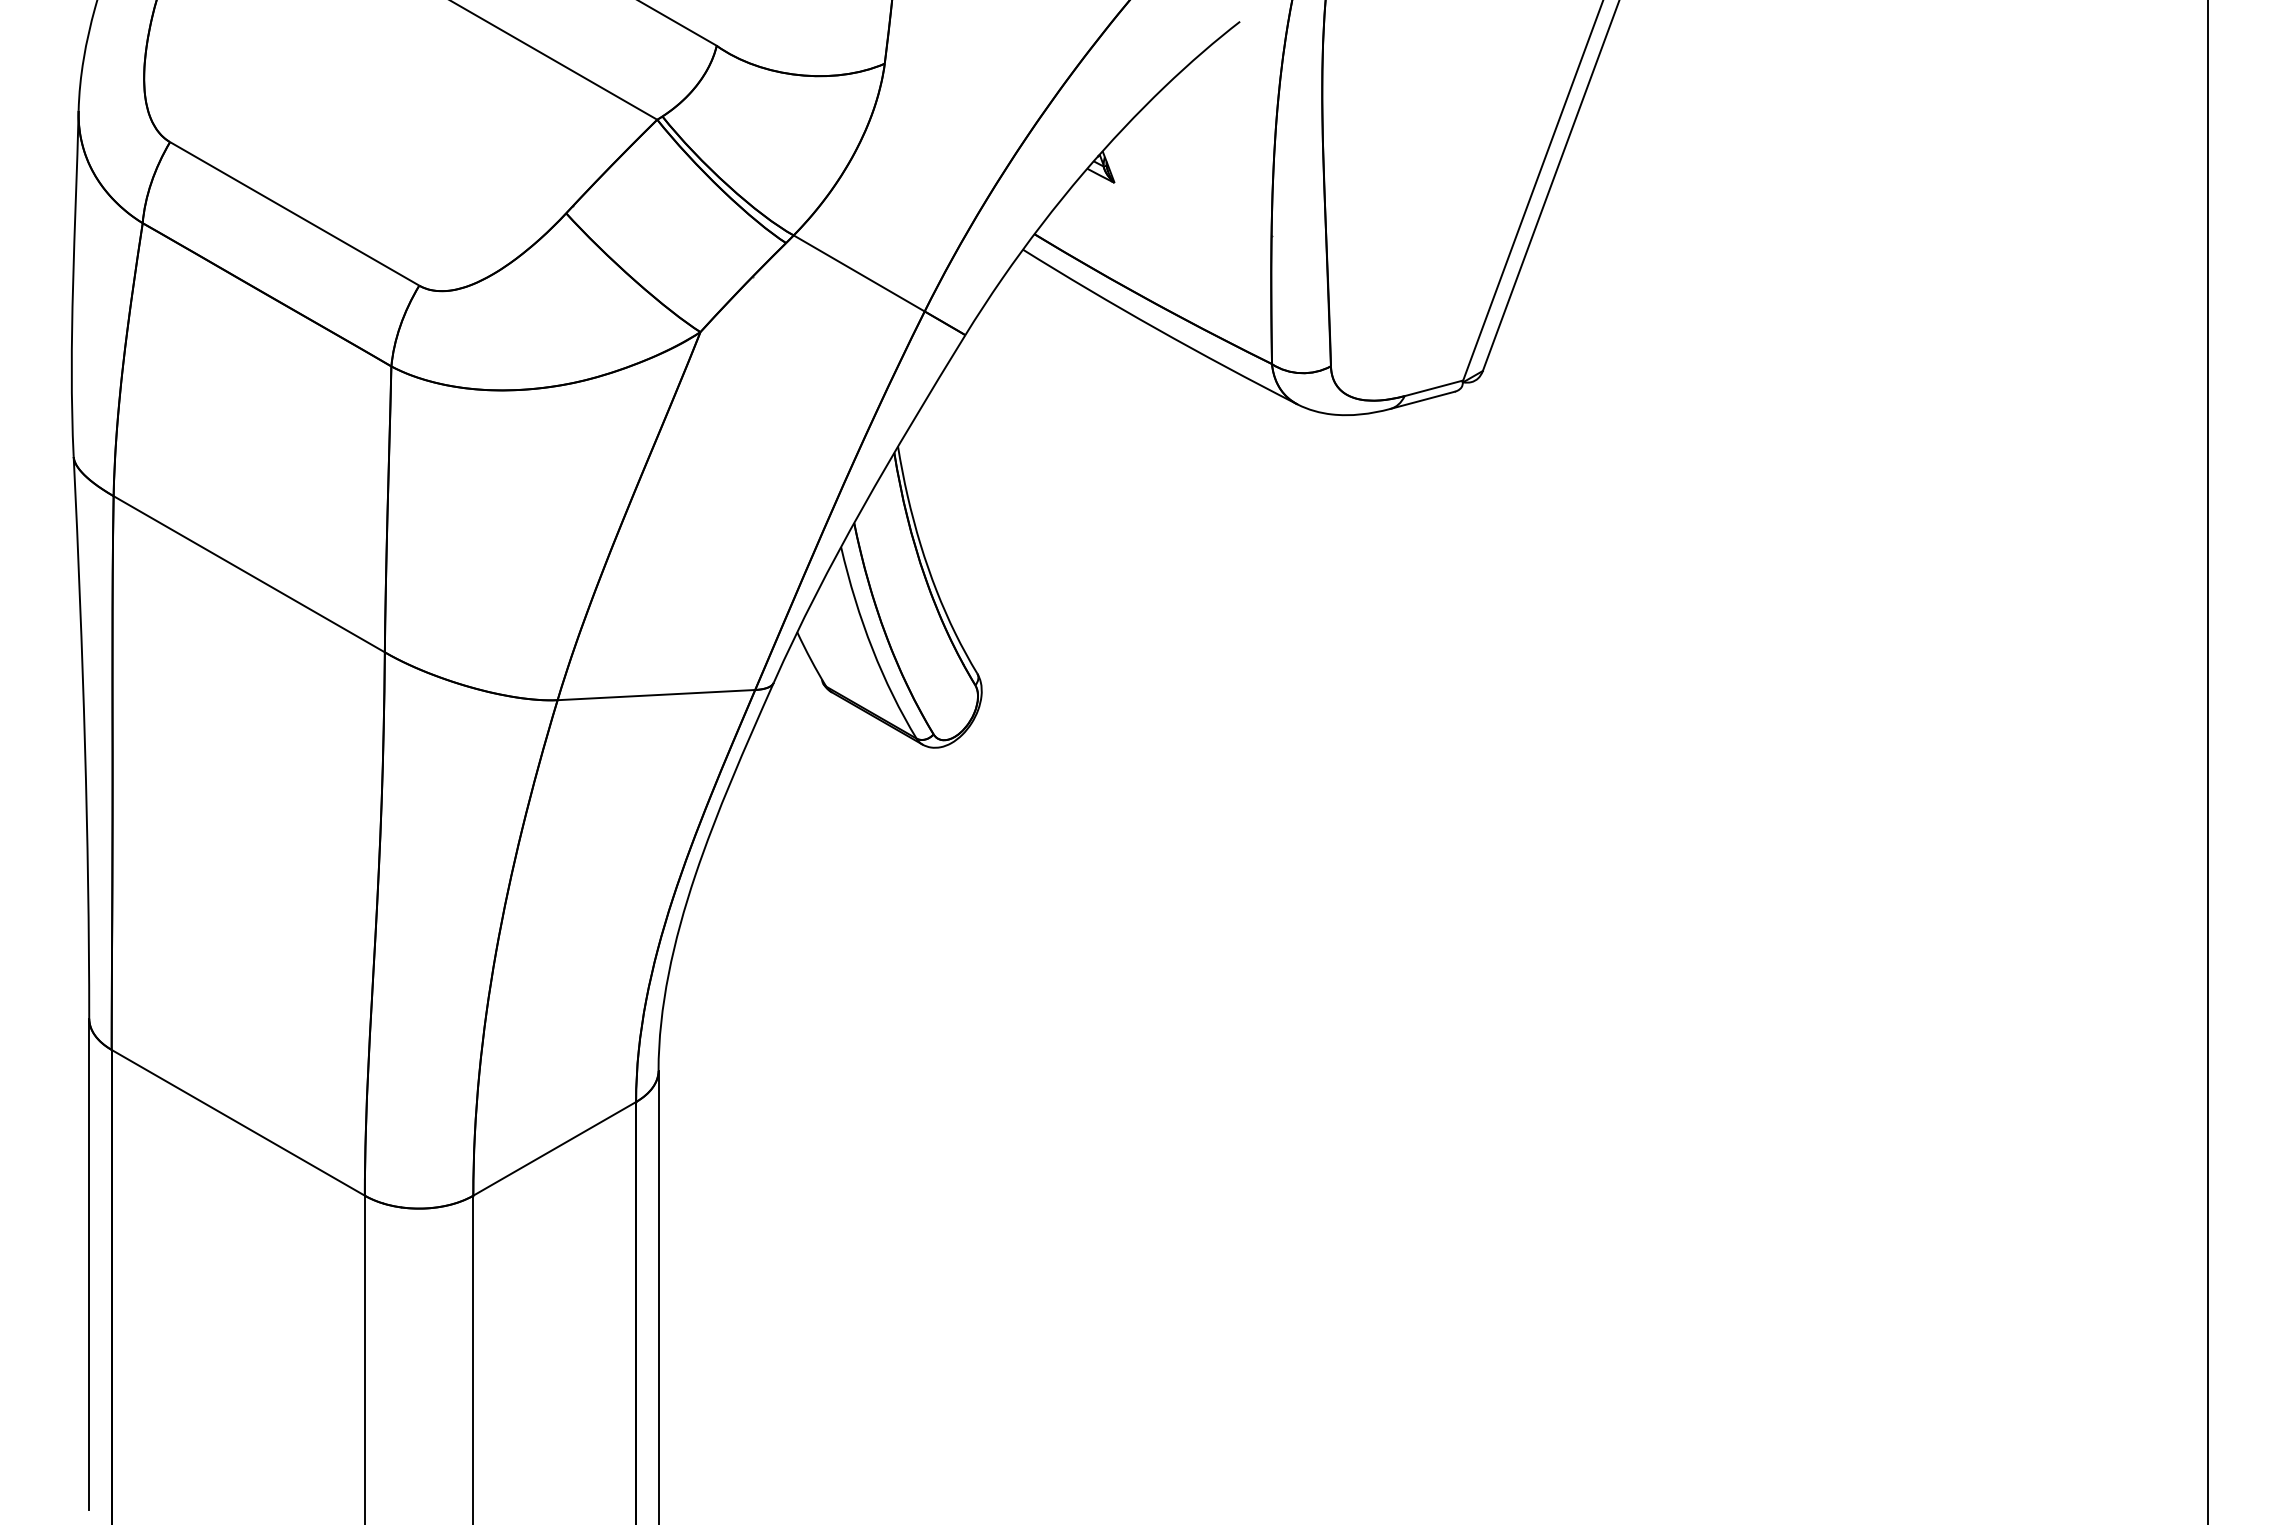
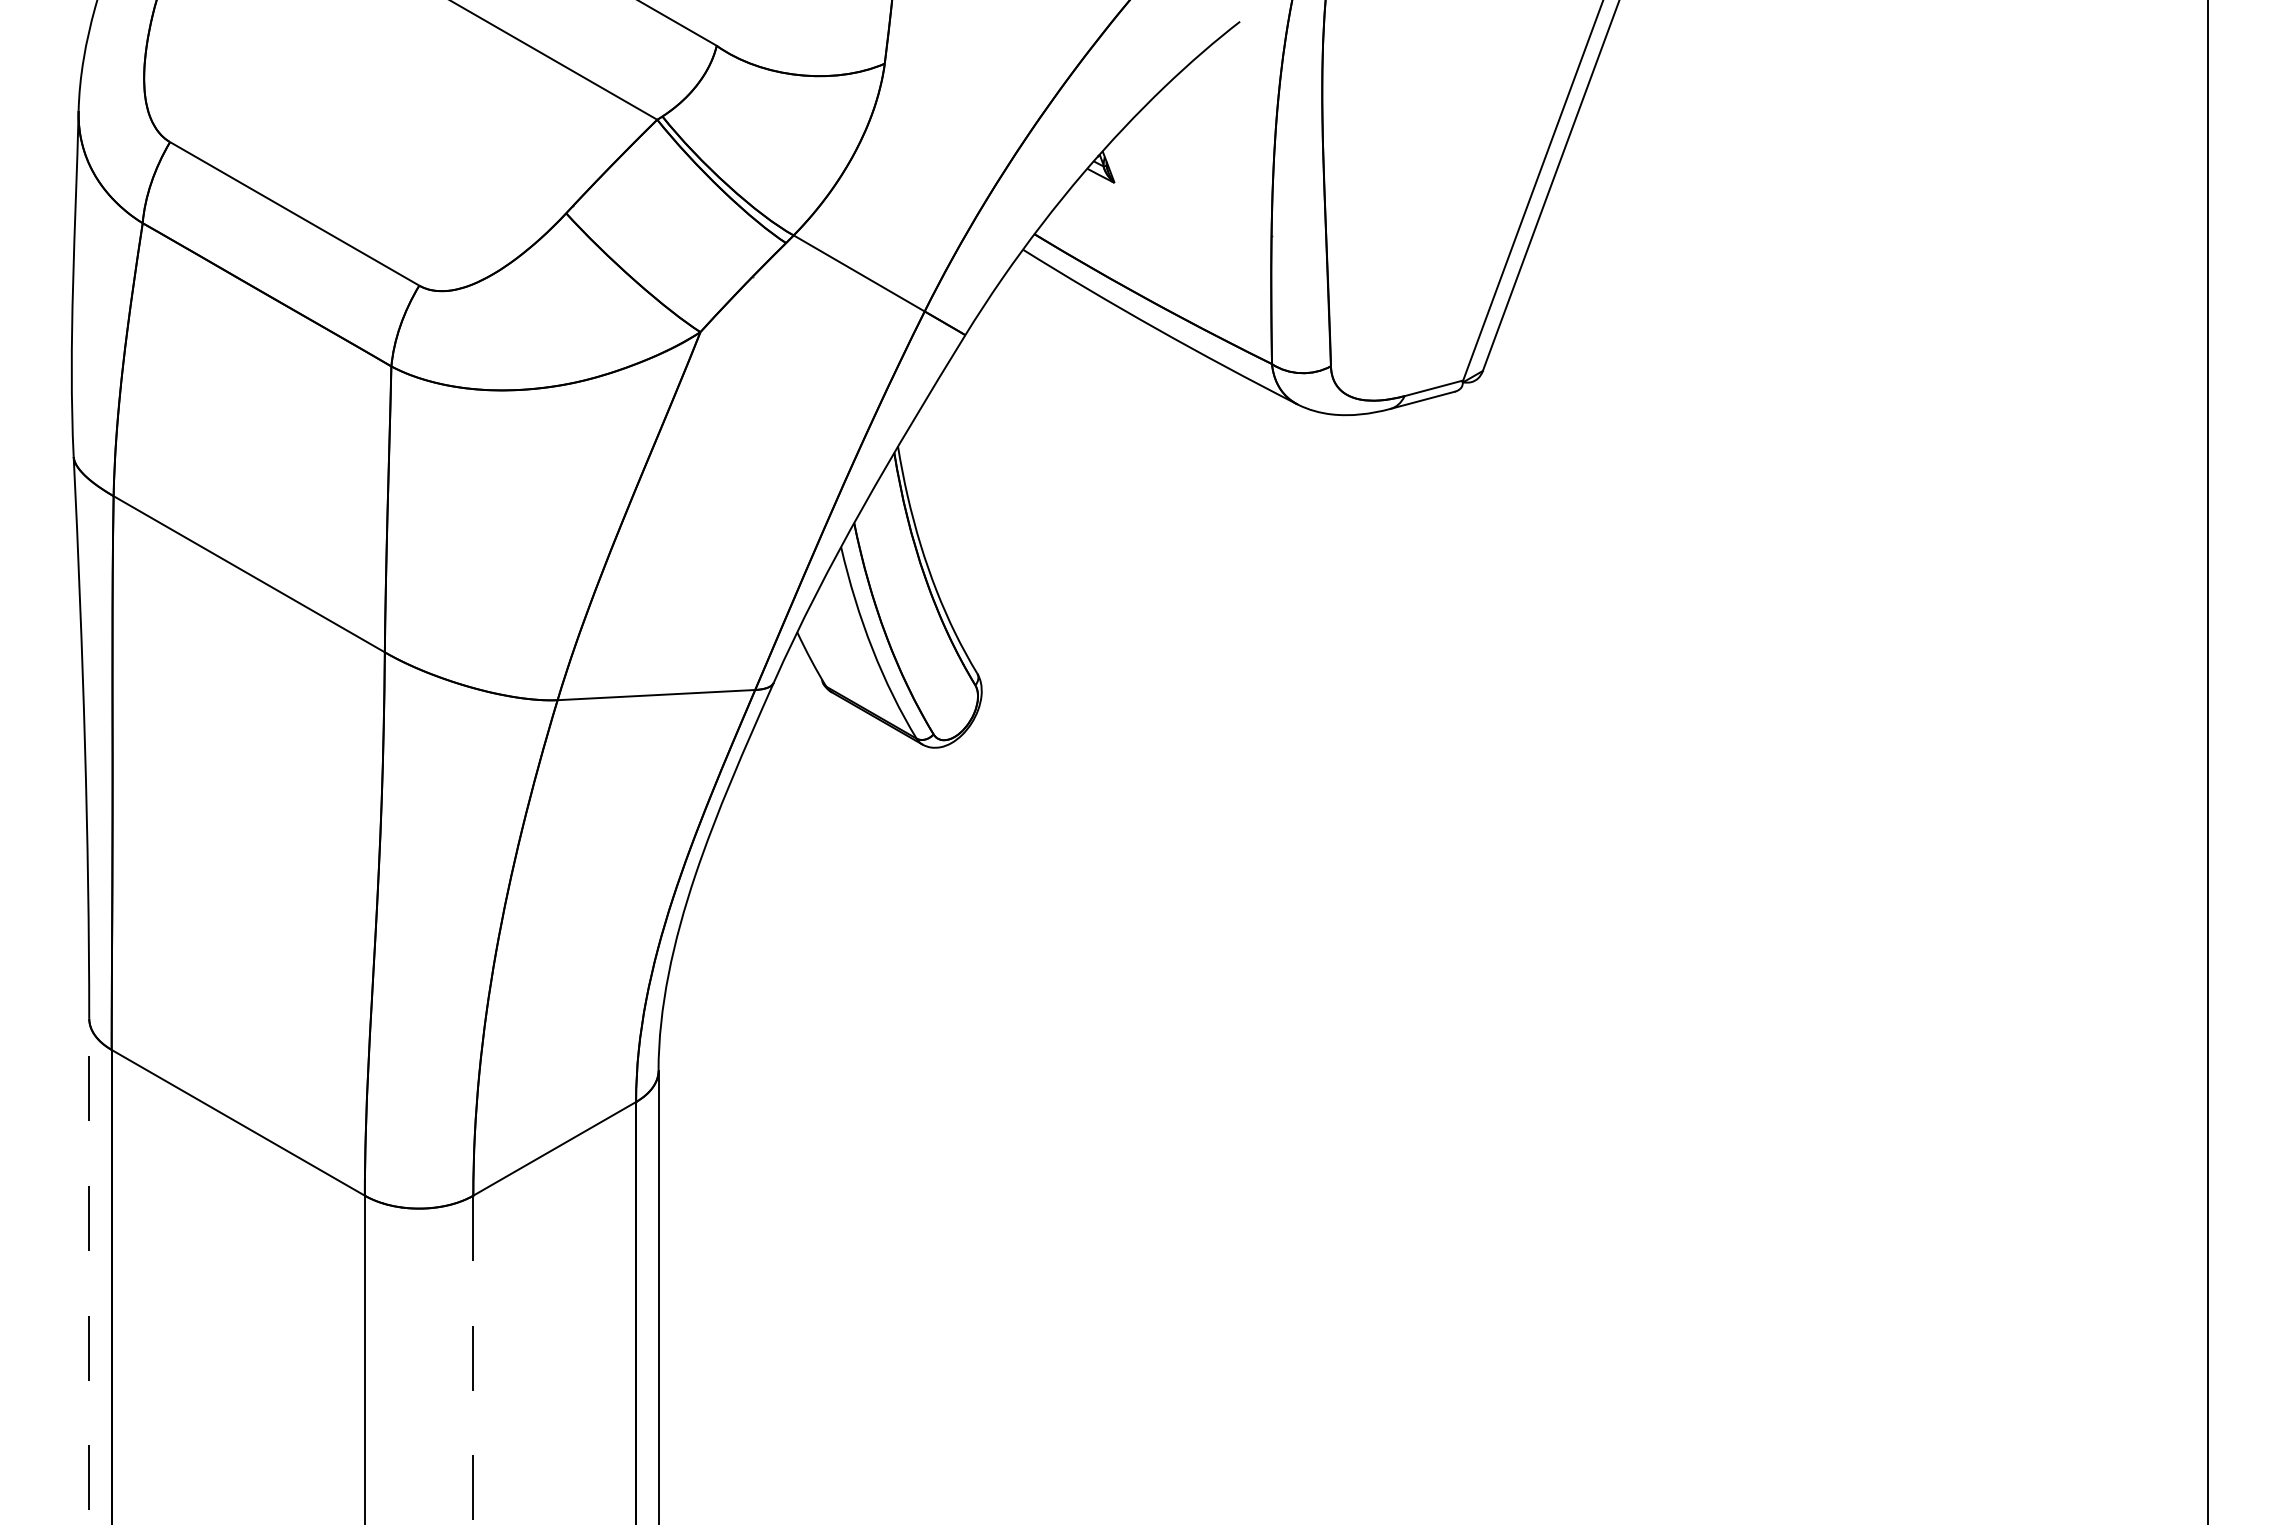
line at (89, 1264): solid -> dashed
line at (473, 1360): solid -> dashed
